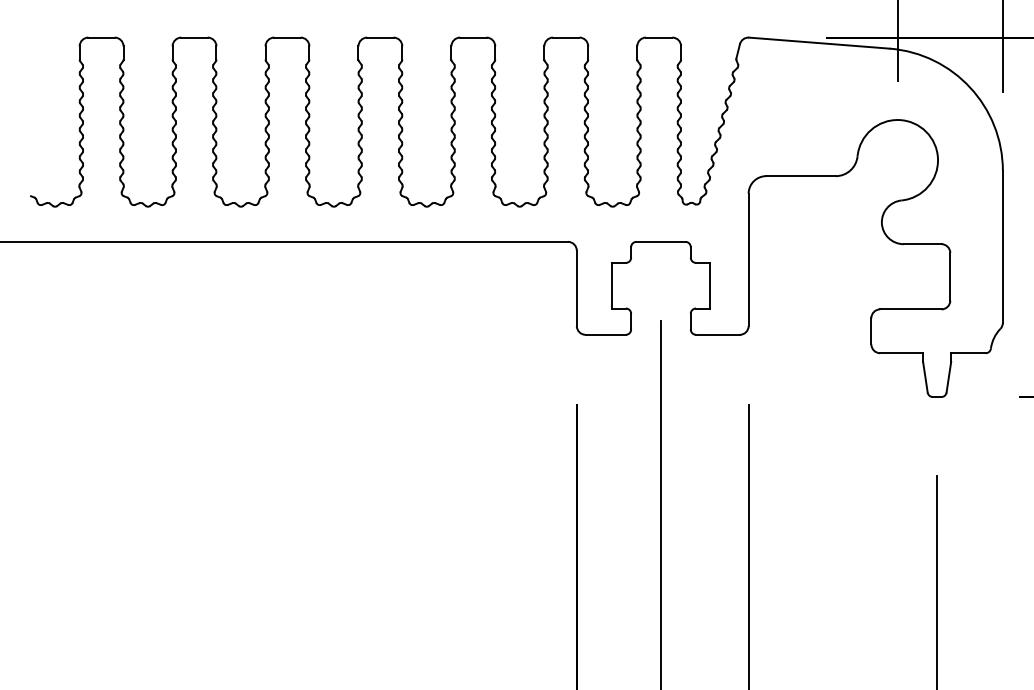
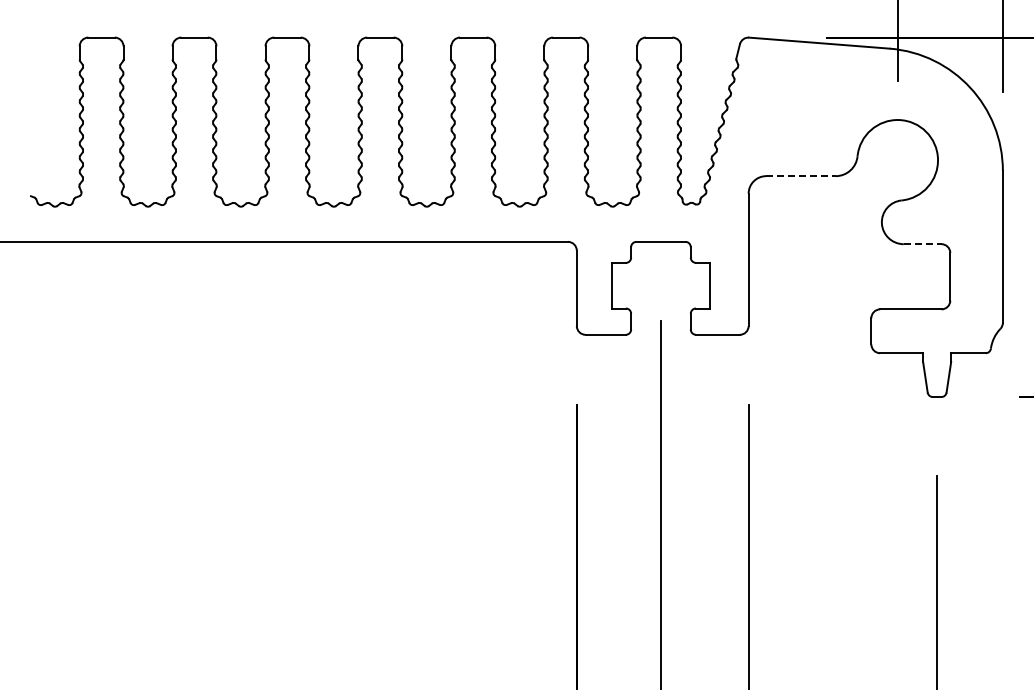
line at (800, 176): solid -> dashed
line at (922, 244): solid -> dashed
